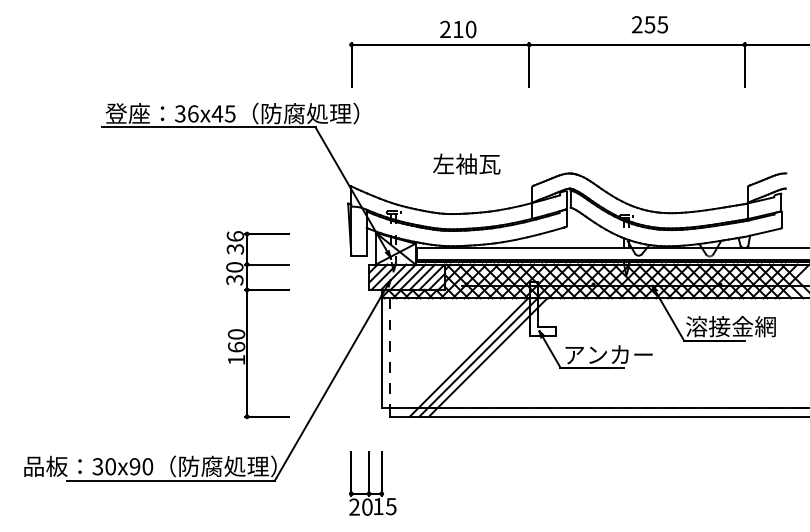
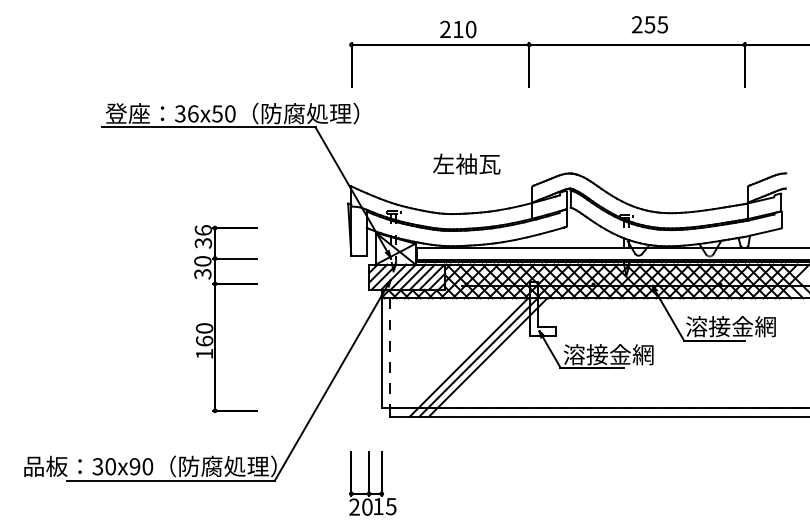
text at (223, 113): 36x45 -> 36x50
part at (247, 325) position: (247, 325) -> (215, 319)
text at (608, 354): アンカー -> 溶接金網
